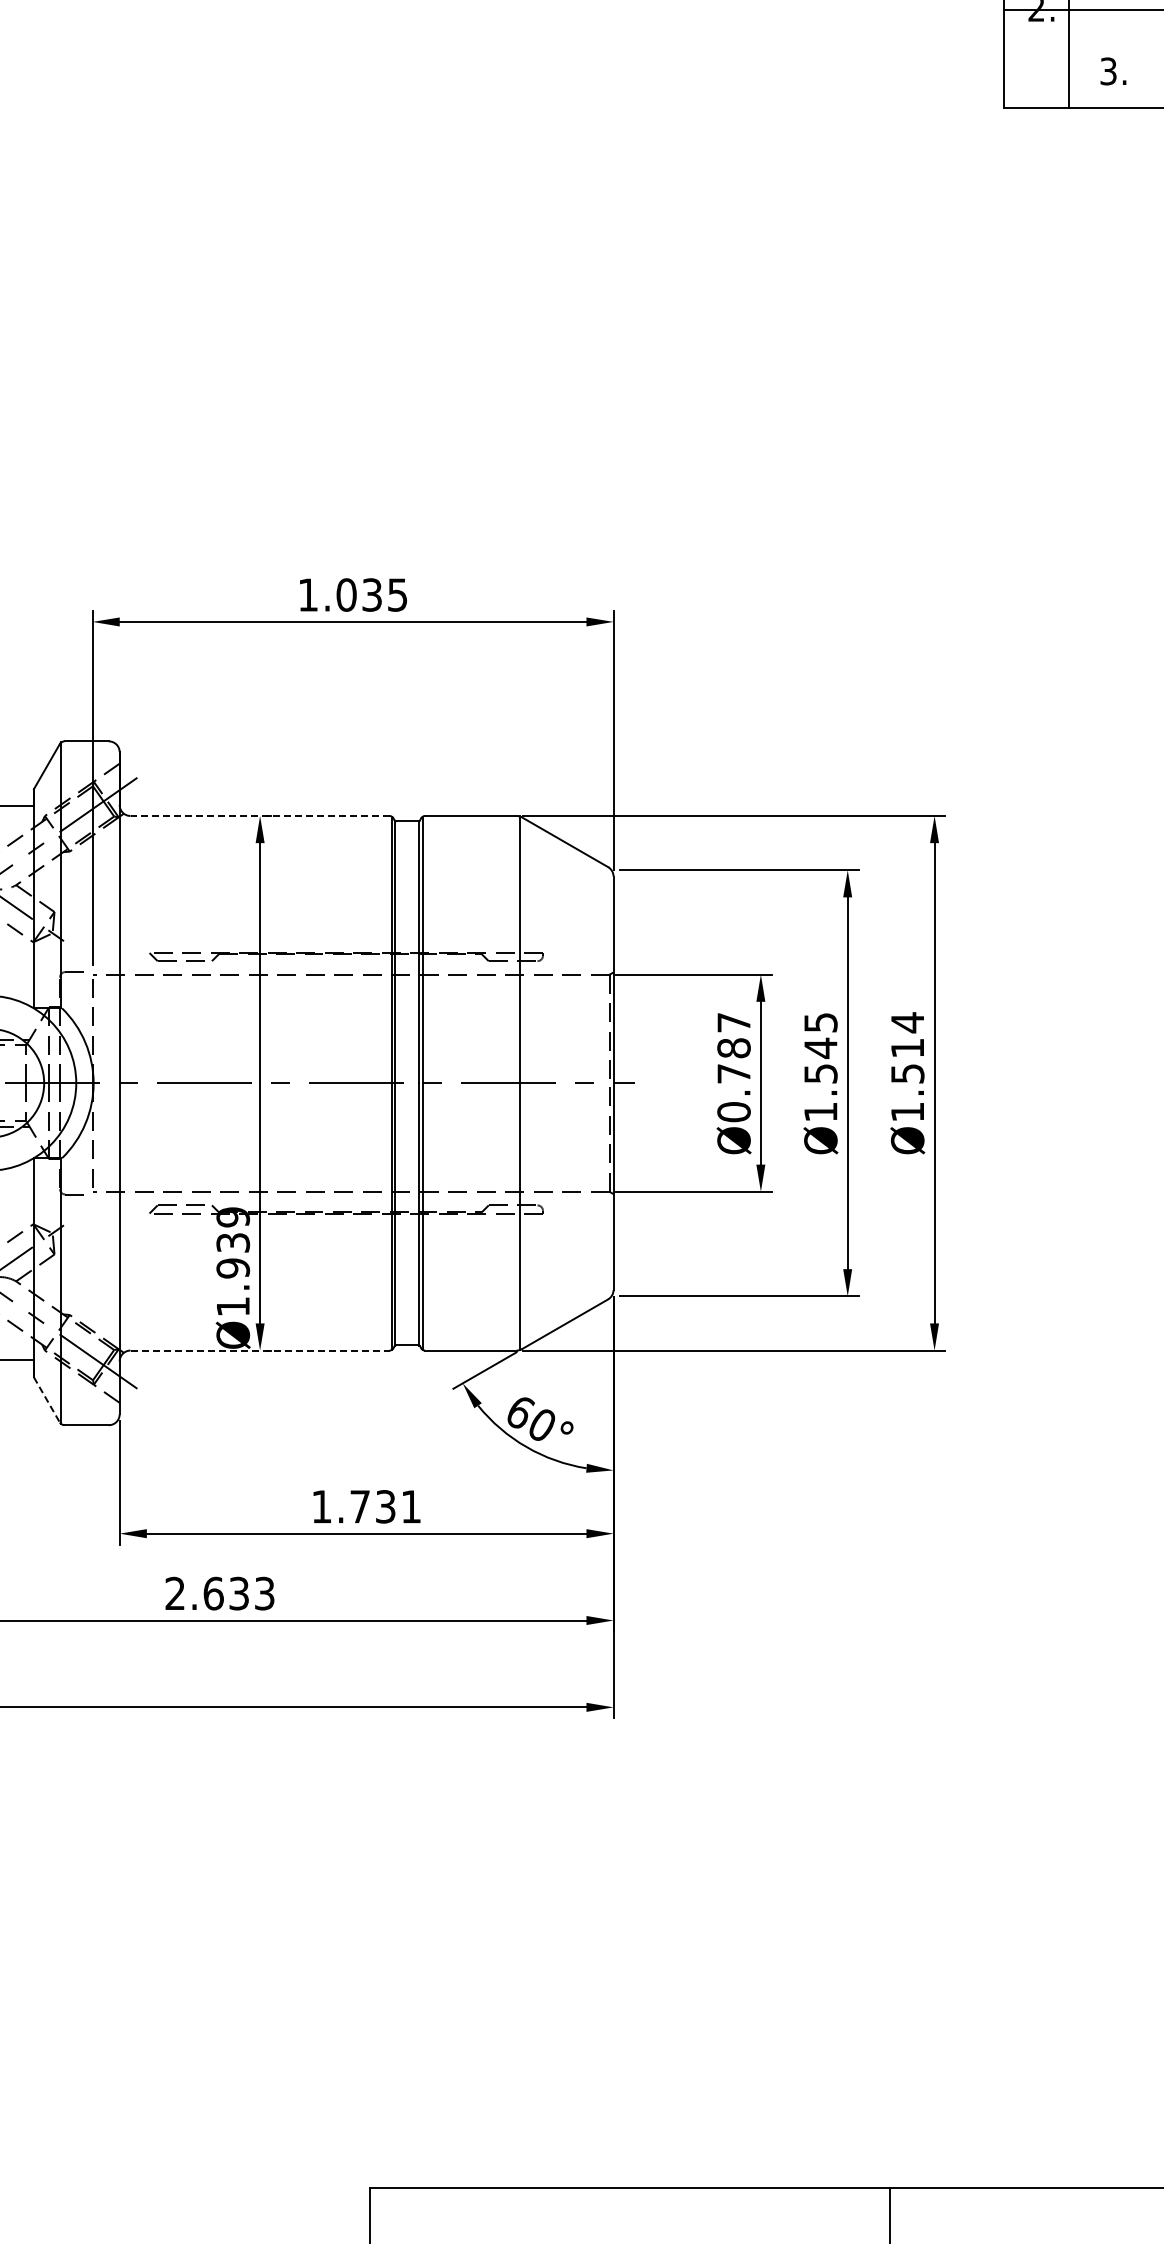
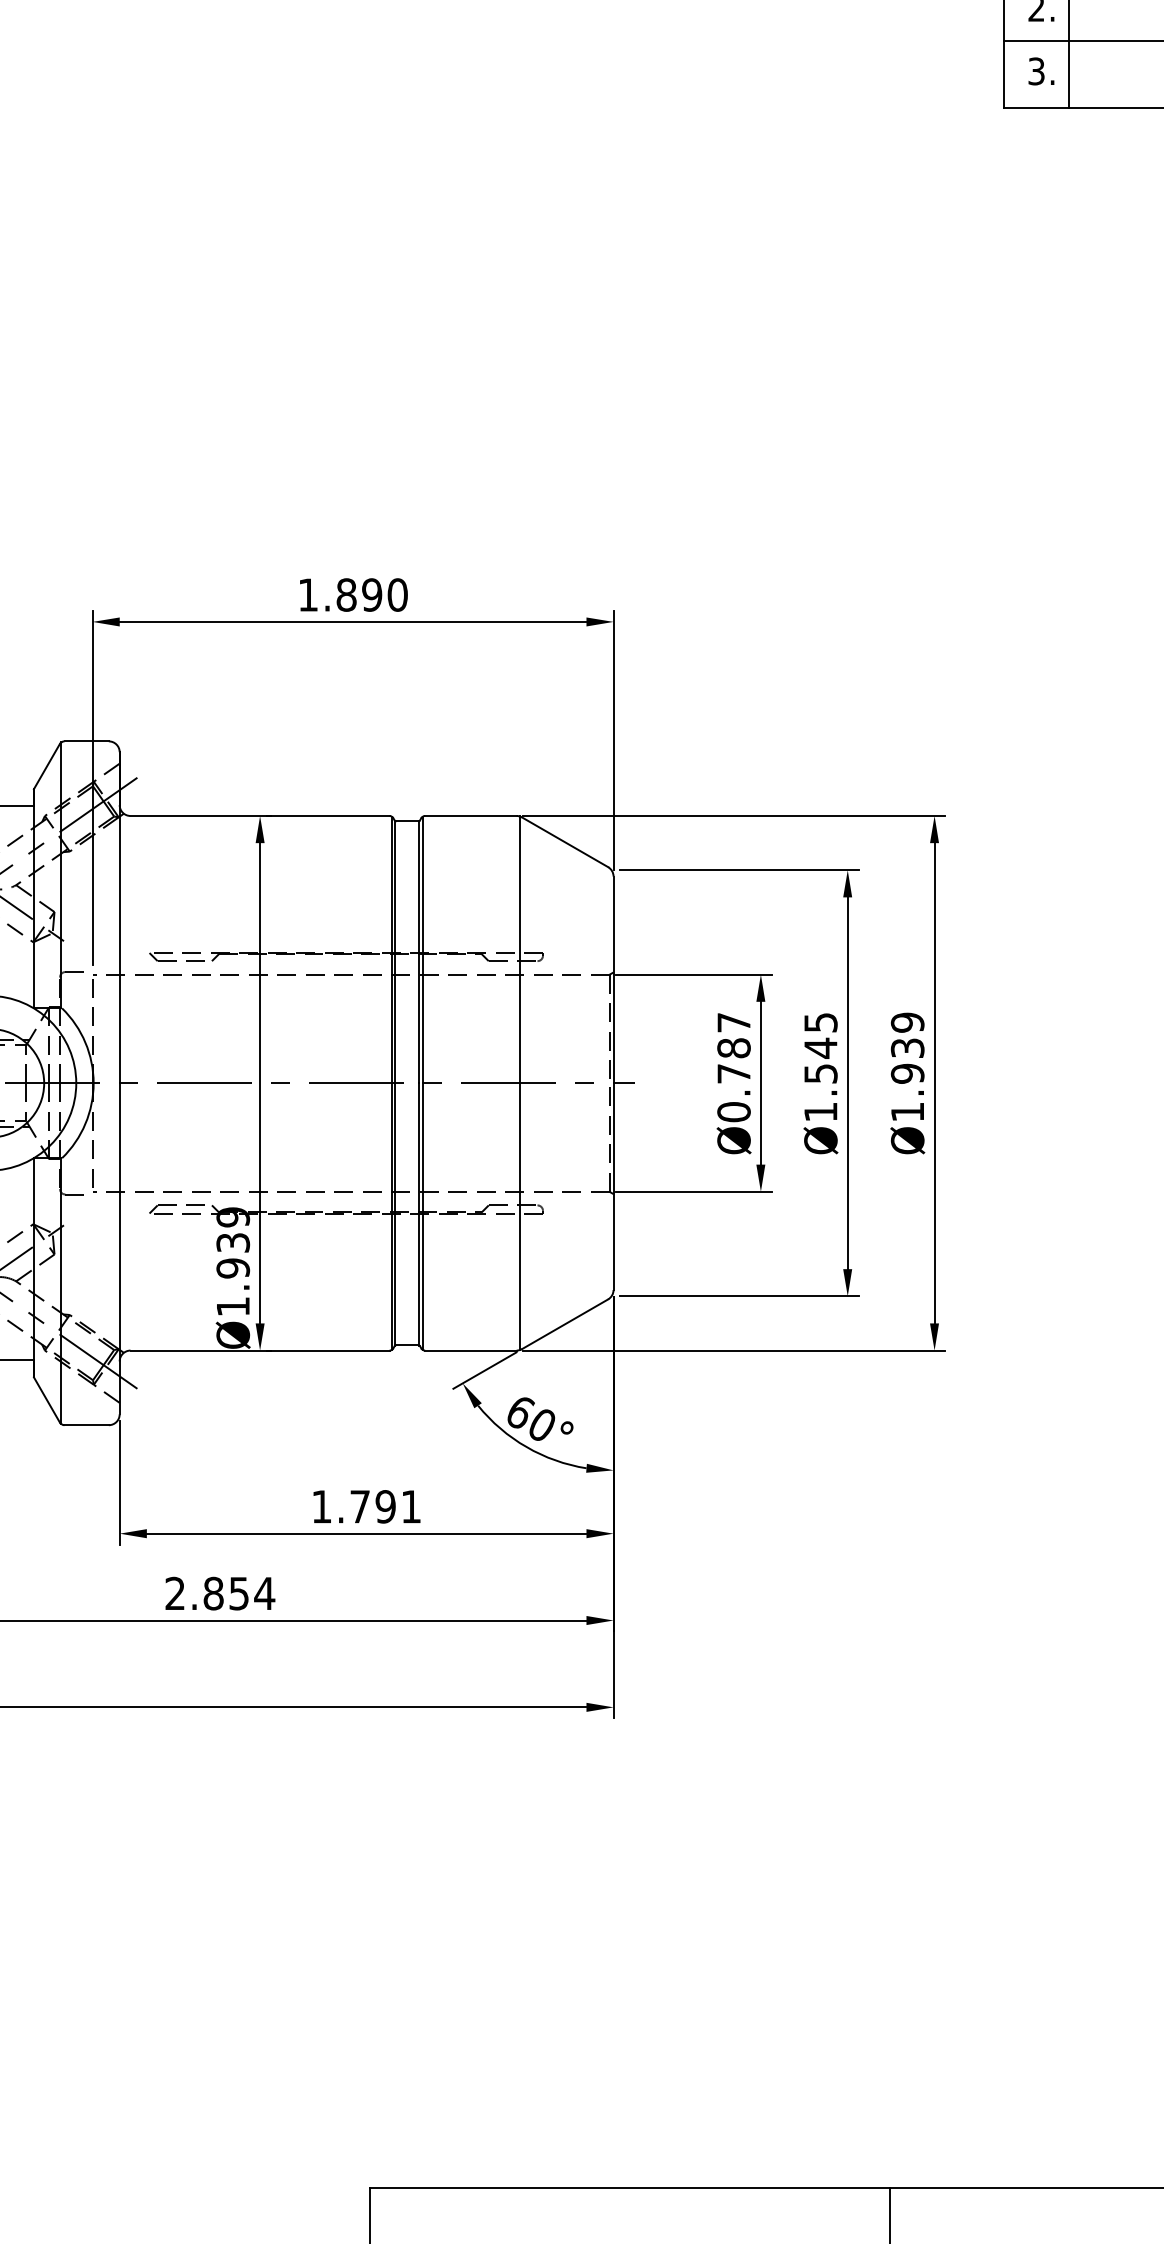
line at (1081, 9) position: (1081, 9) -> (1081, 40)
text at (1113, 71) position: (1113, 71) -> (1041, 71)
text at (371, 594): 1.035 -> 1.890
line at (260, 816): dashed -> solid
text at (907, 1047): Ø1.514 -> Ø1.939
line at (260, 1350): dashed -> solid
line at (47, 1400): dashed -> solid
text at (385, 1506): 1.731 -> 1.791
text at (239, 1593): 2.633 -> 2.854
